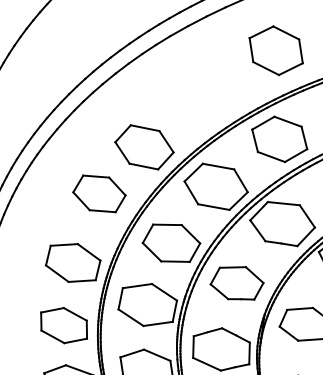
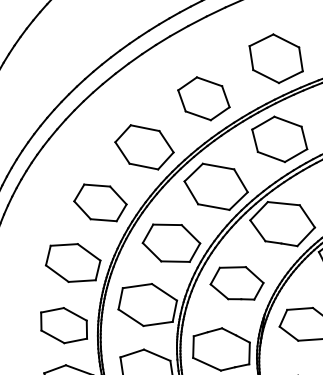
part at (275, 50) position: (275, 50) -> (275, 58)
part at (203, 98): none -> present
part at (99, 193) position: (99, 193) -> (100, 202)
